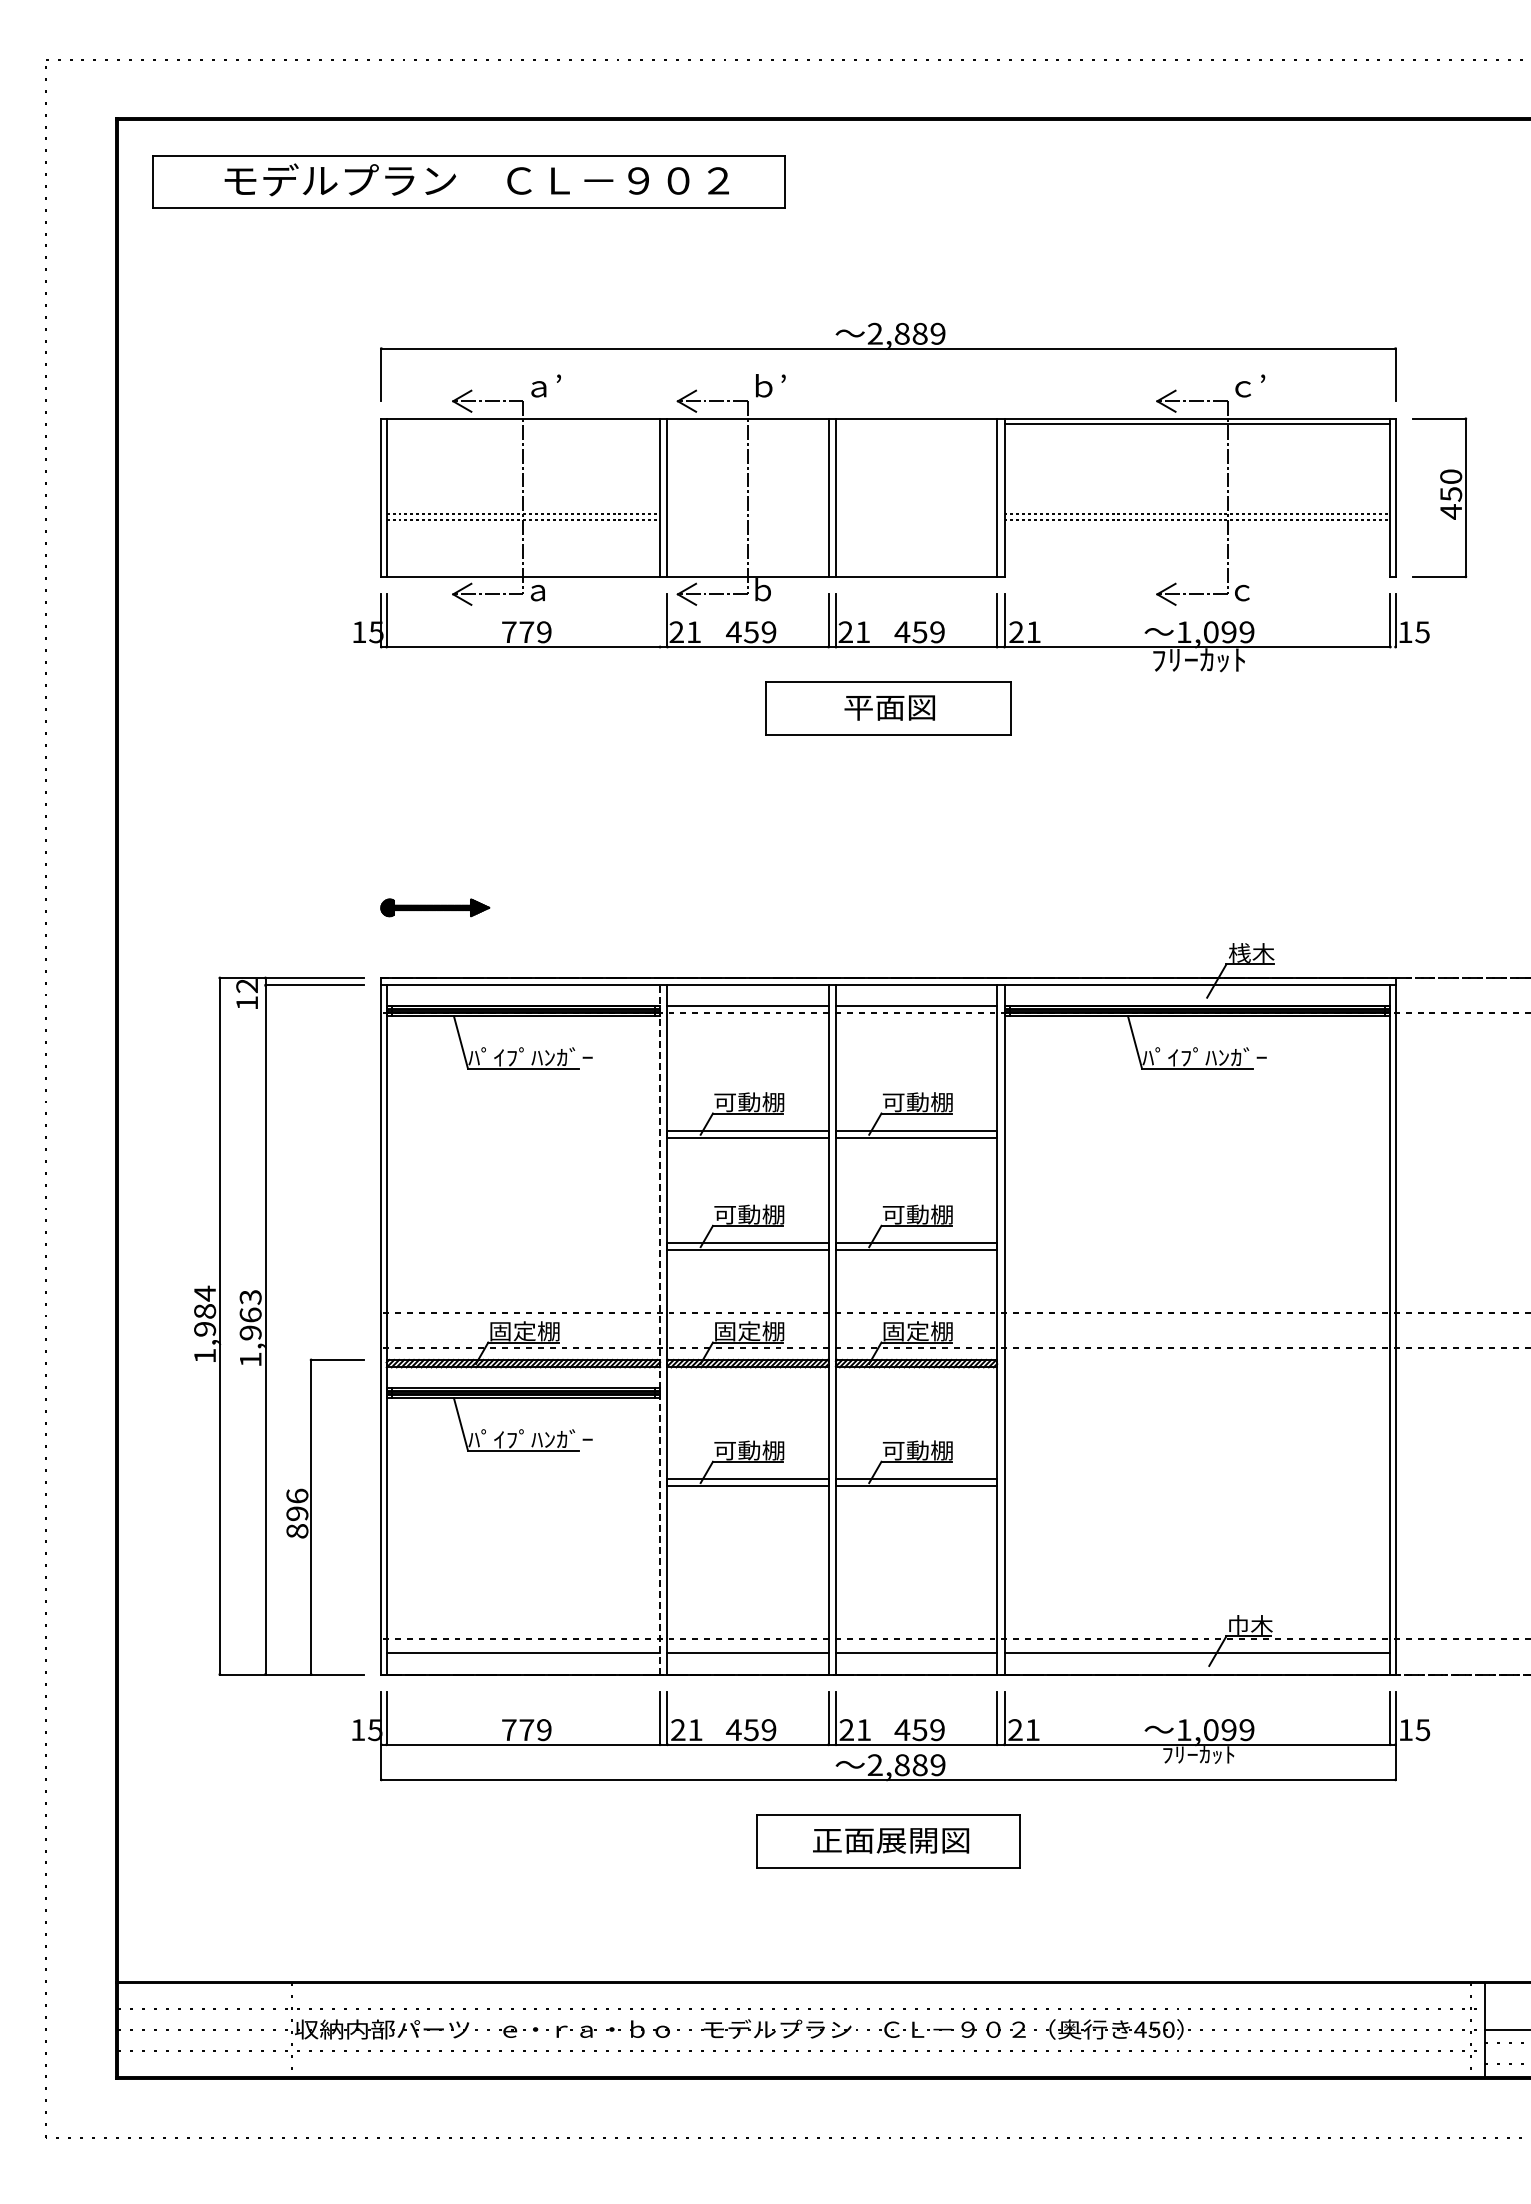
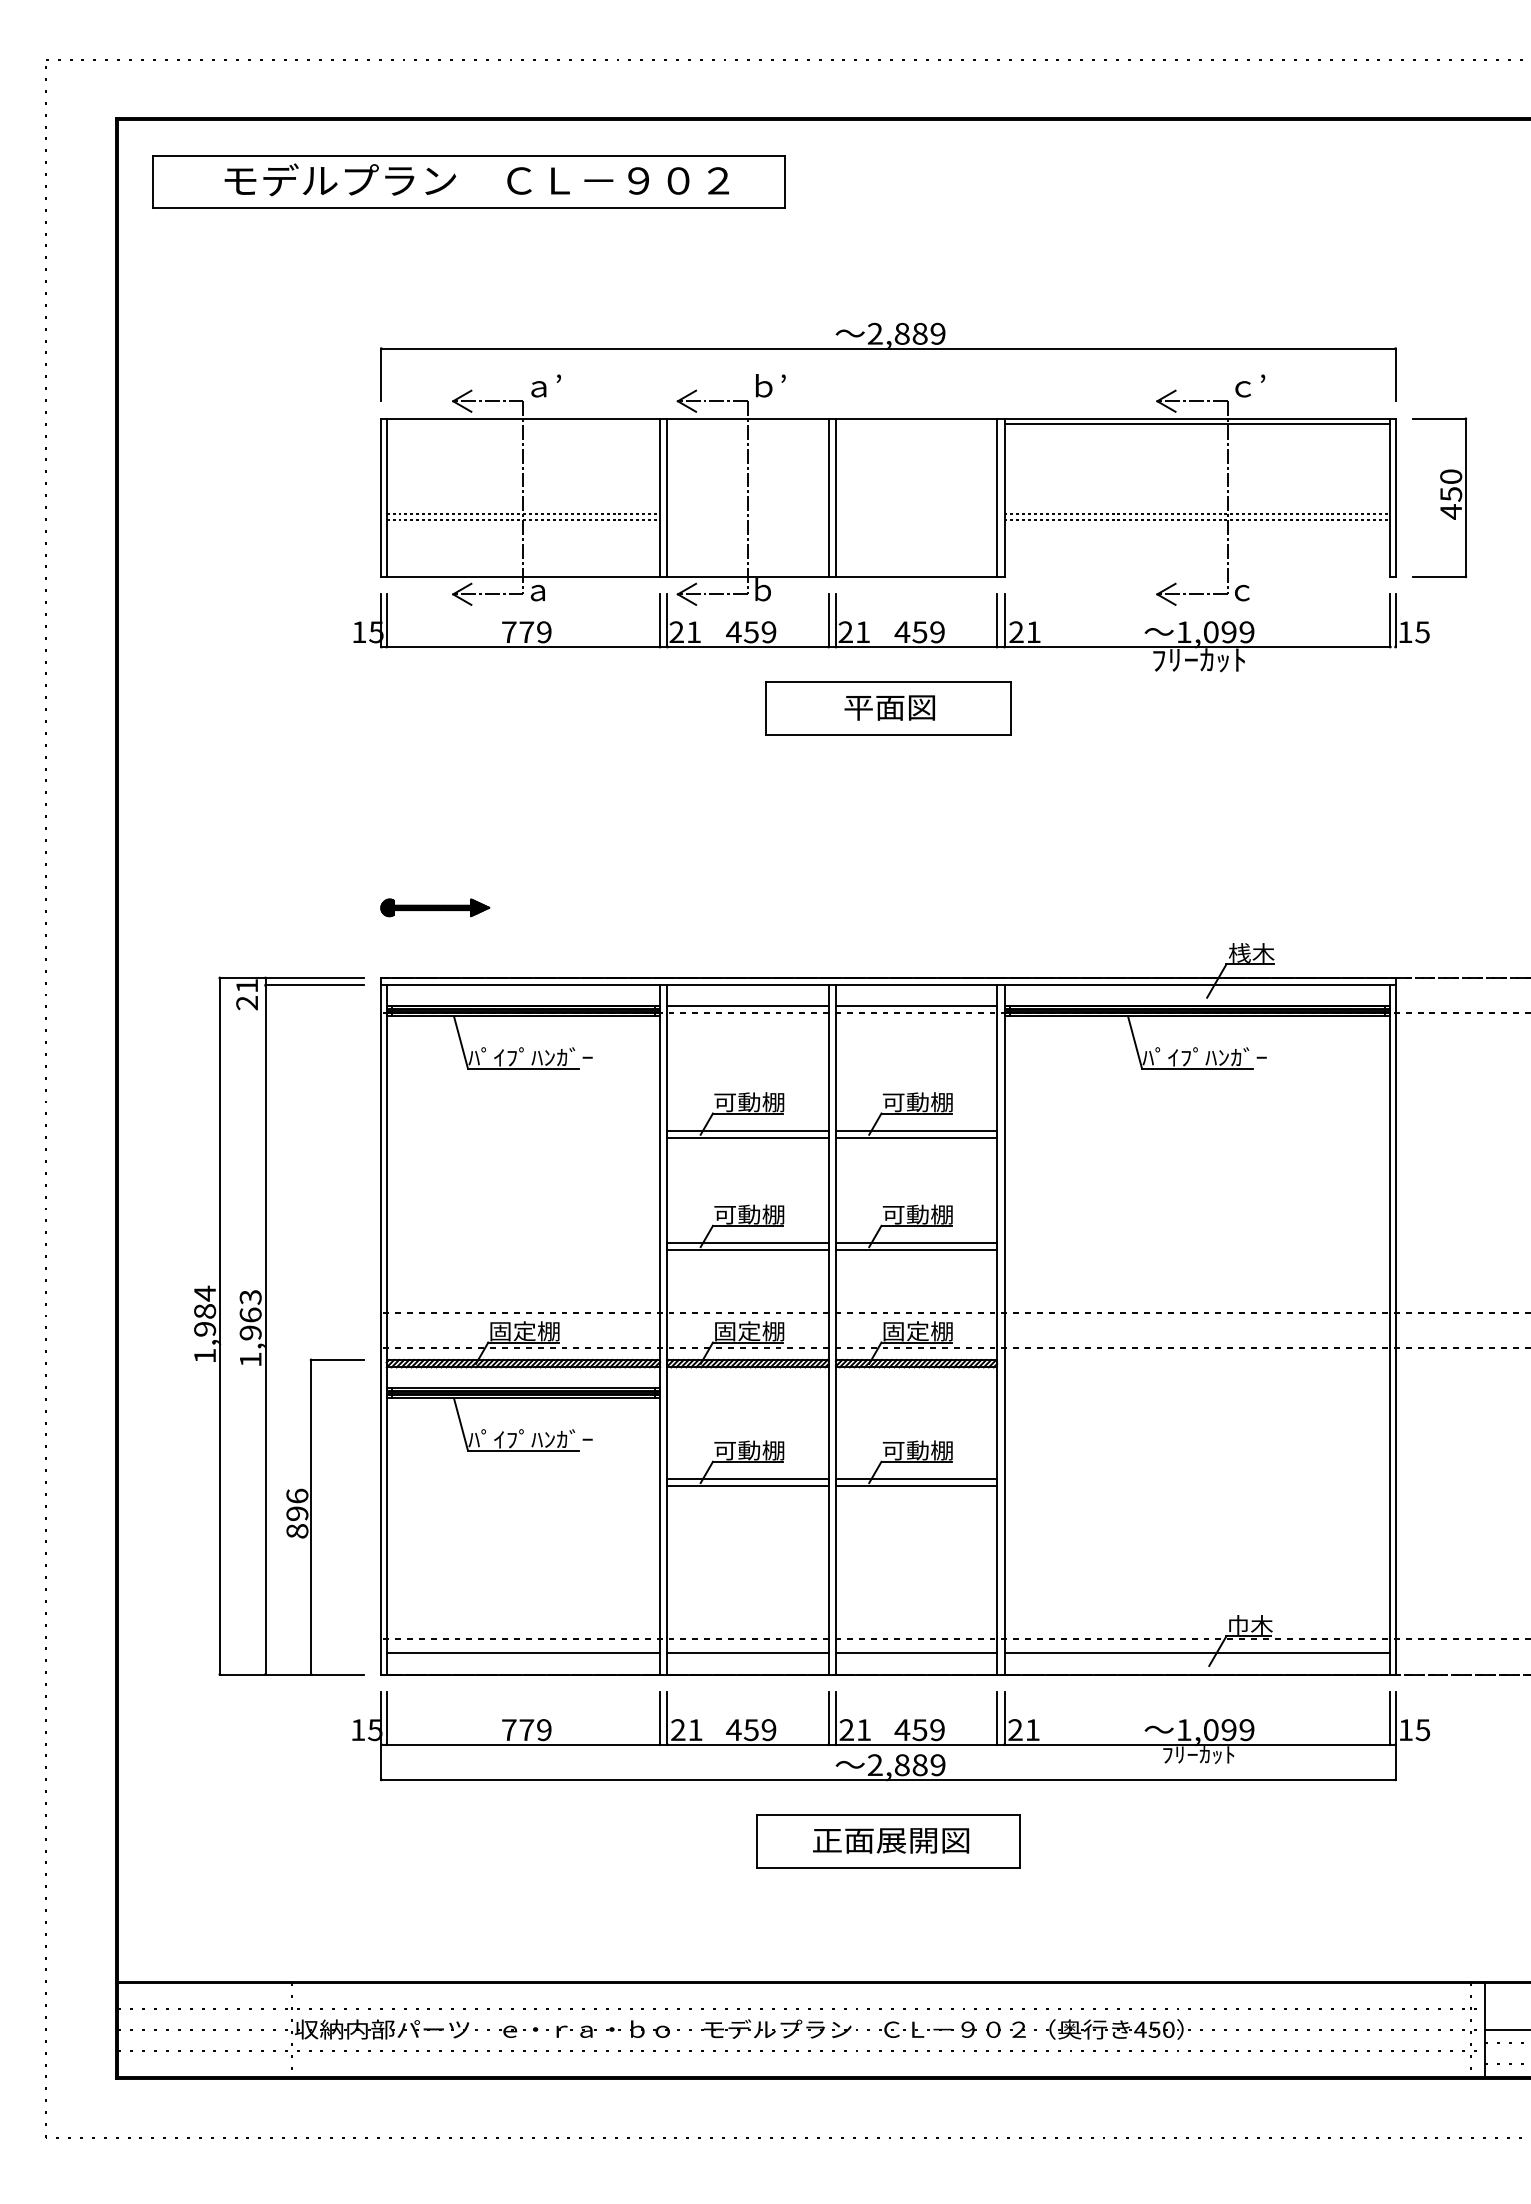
line at (660, 620): none -> present
text at (246, 994): 12 -> 21
line at (660, 1329): dashed -> solid
